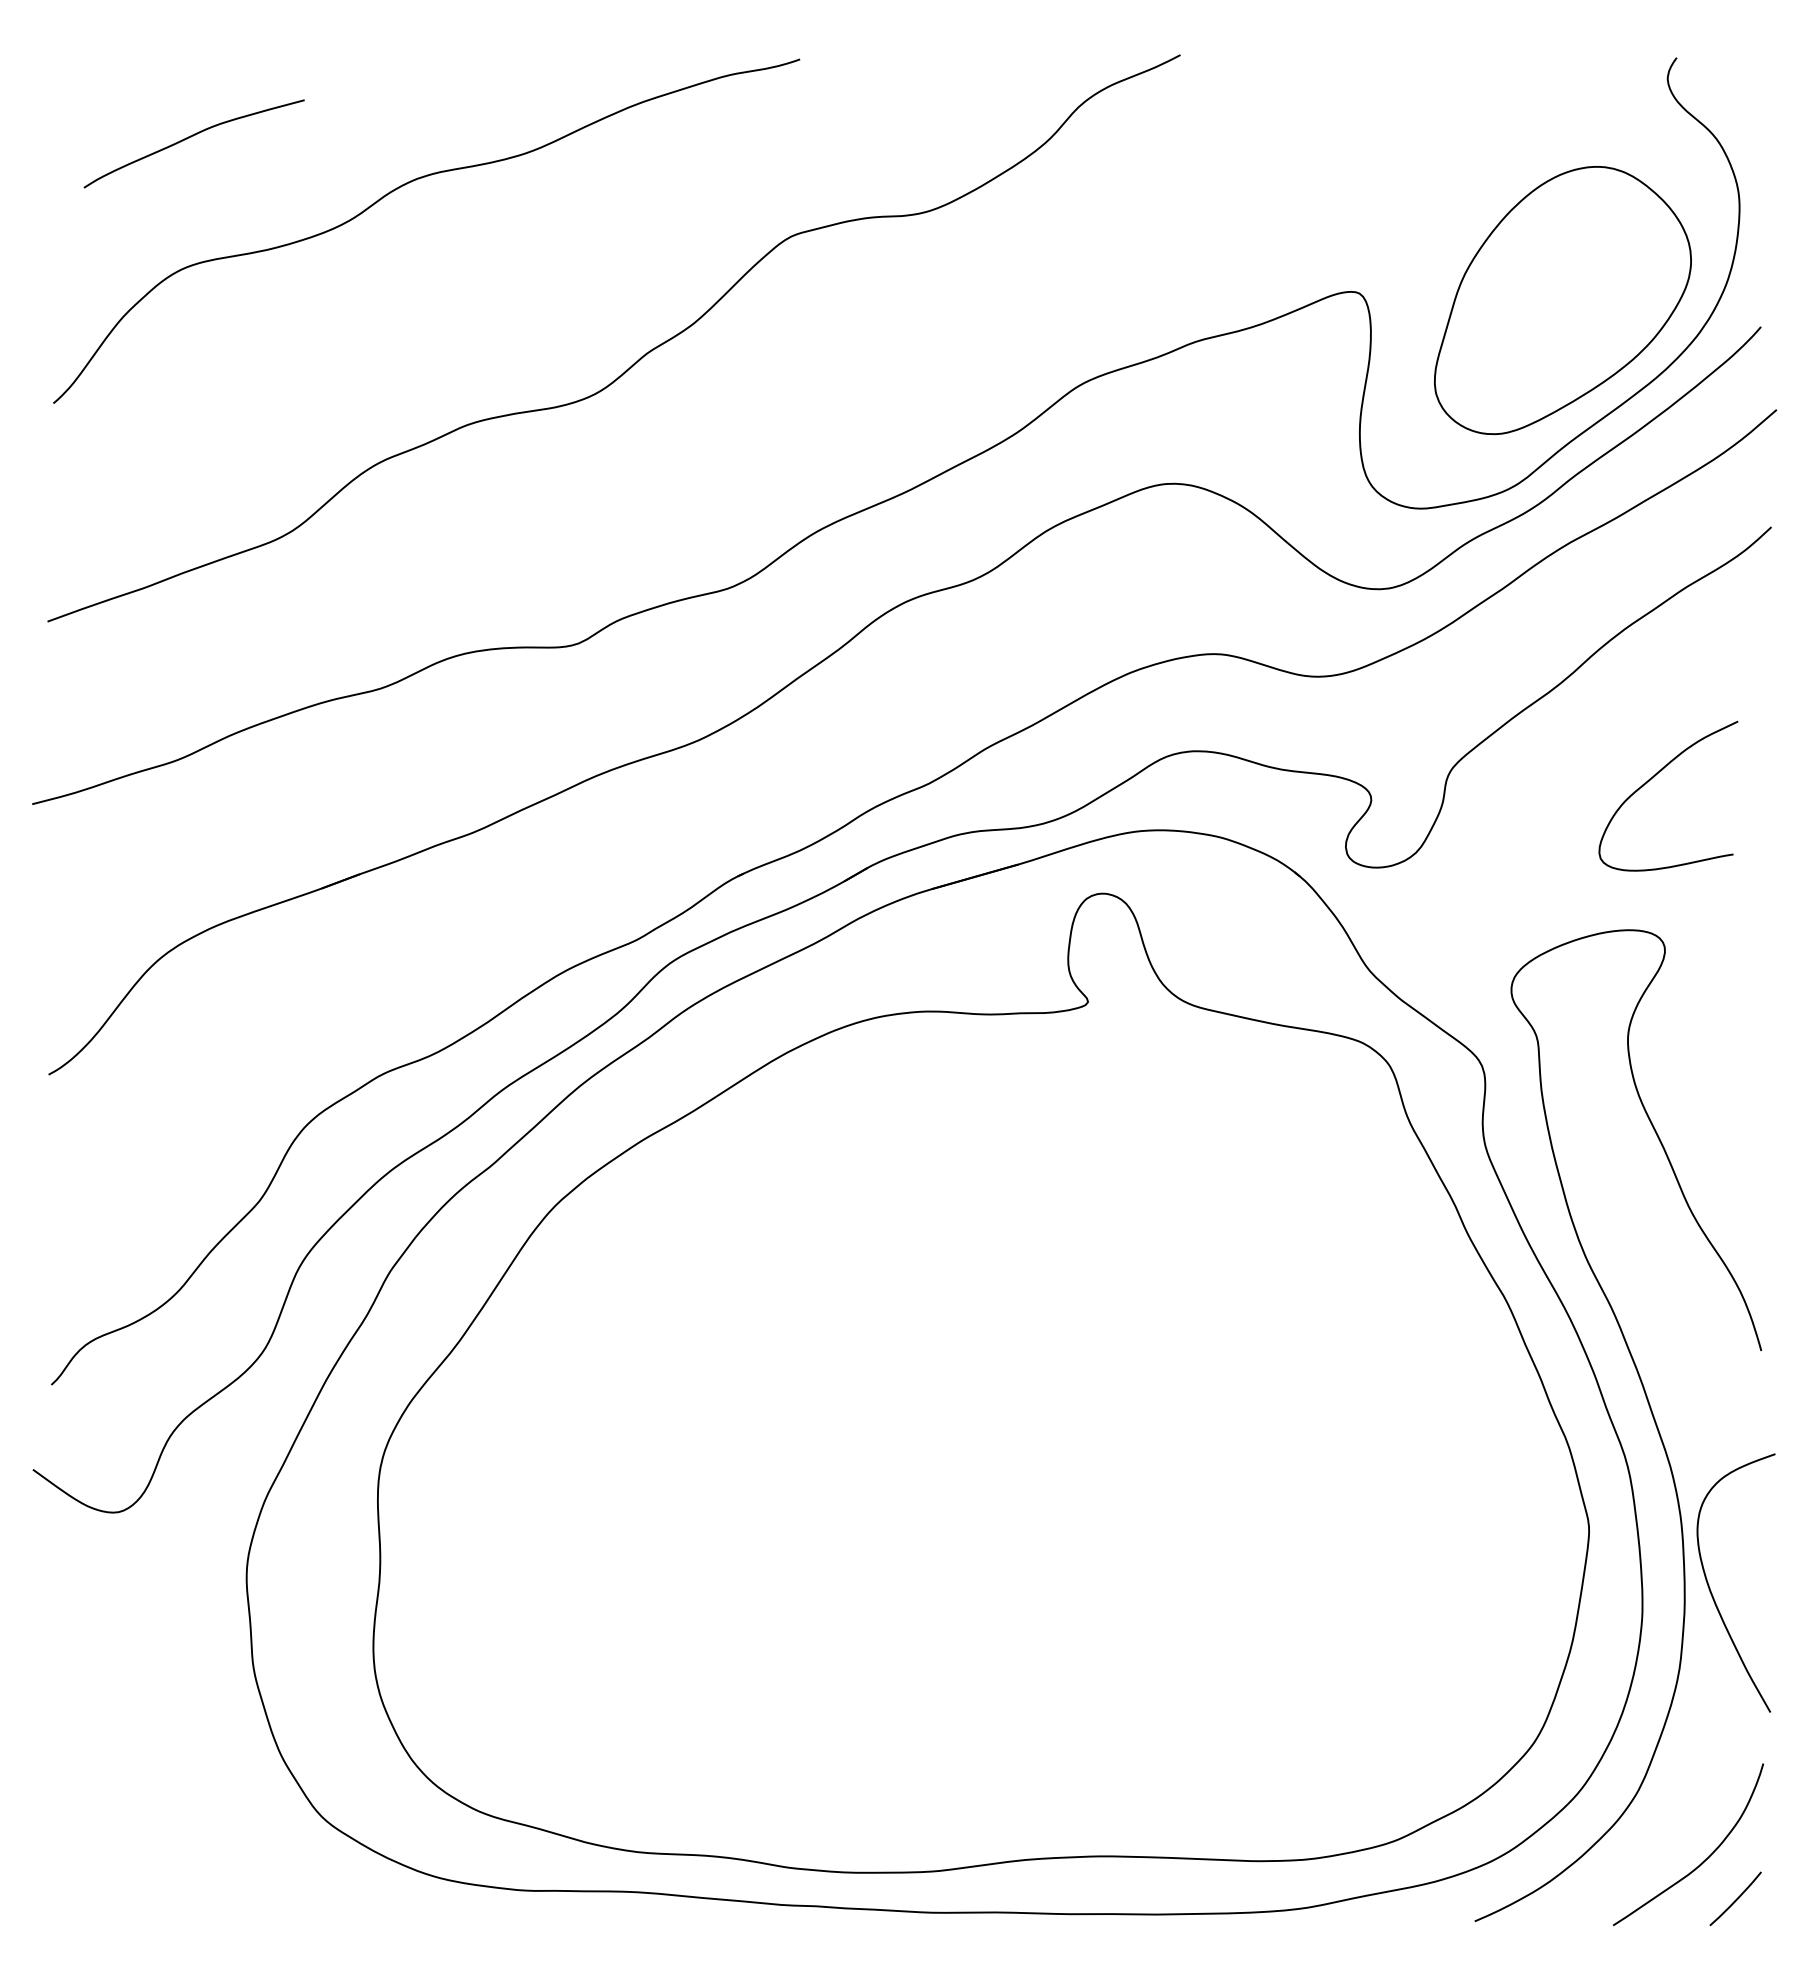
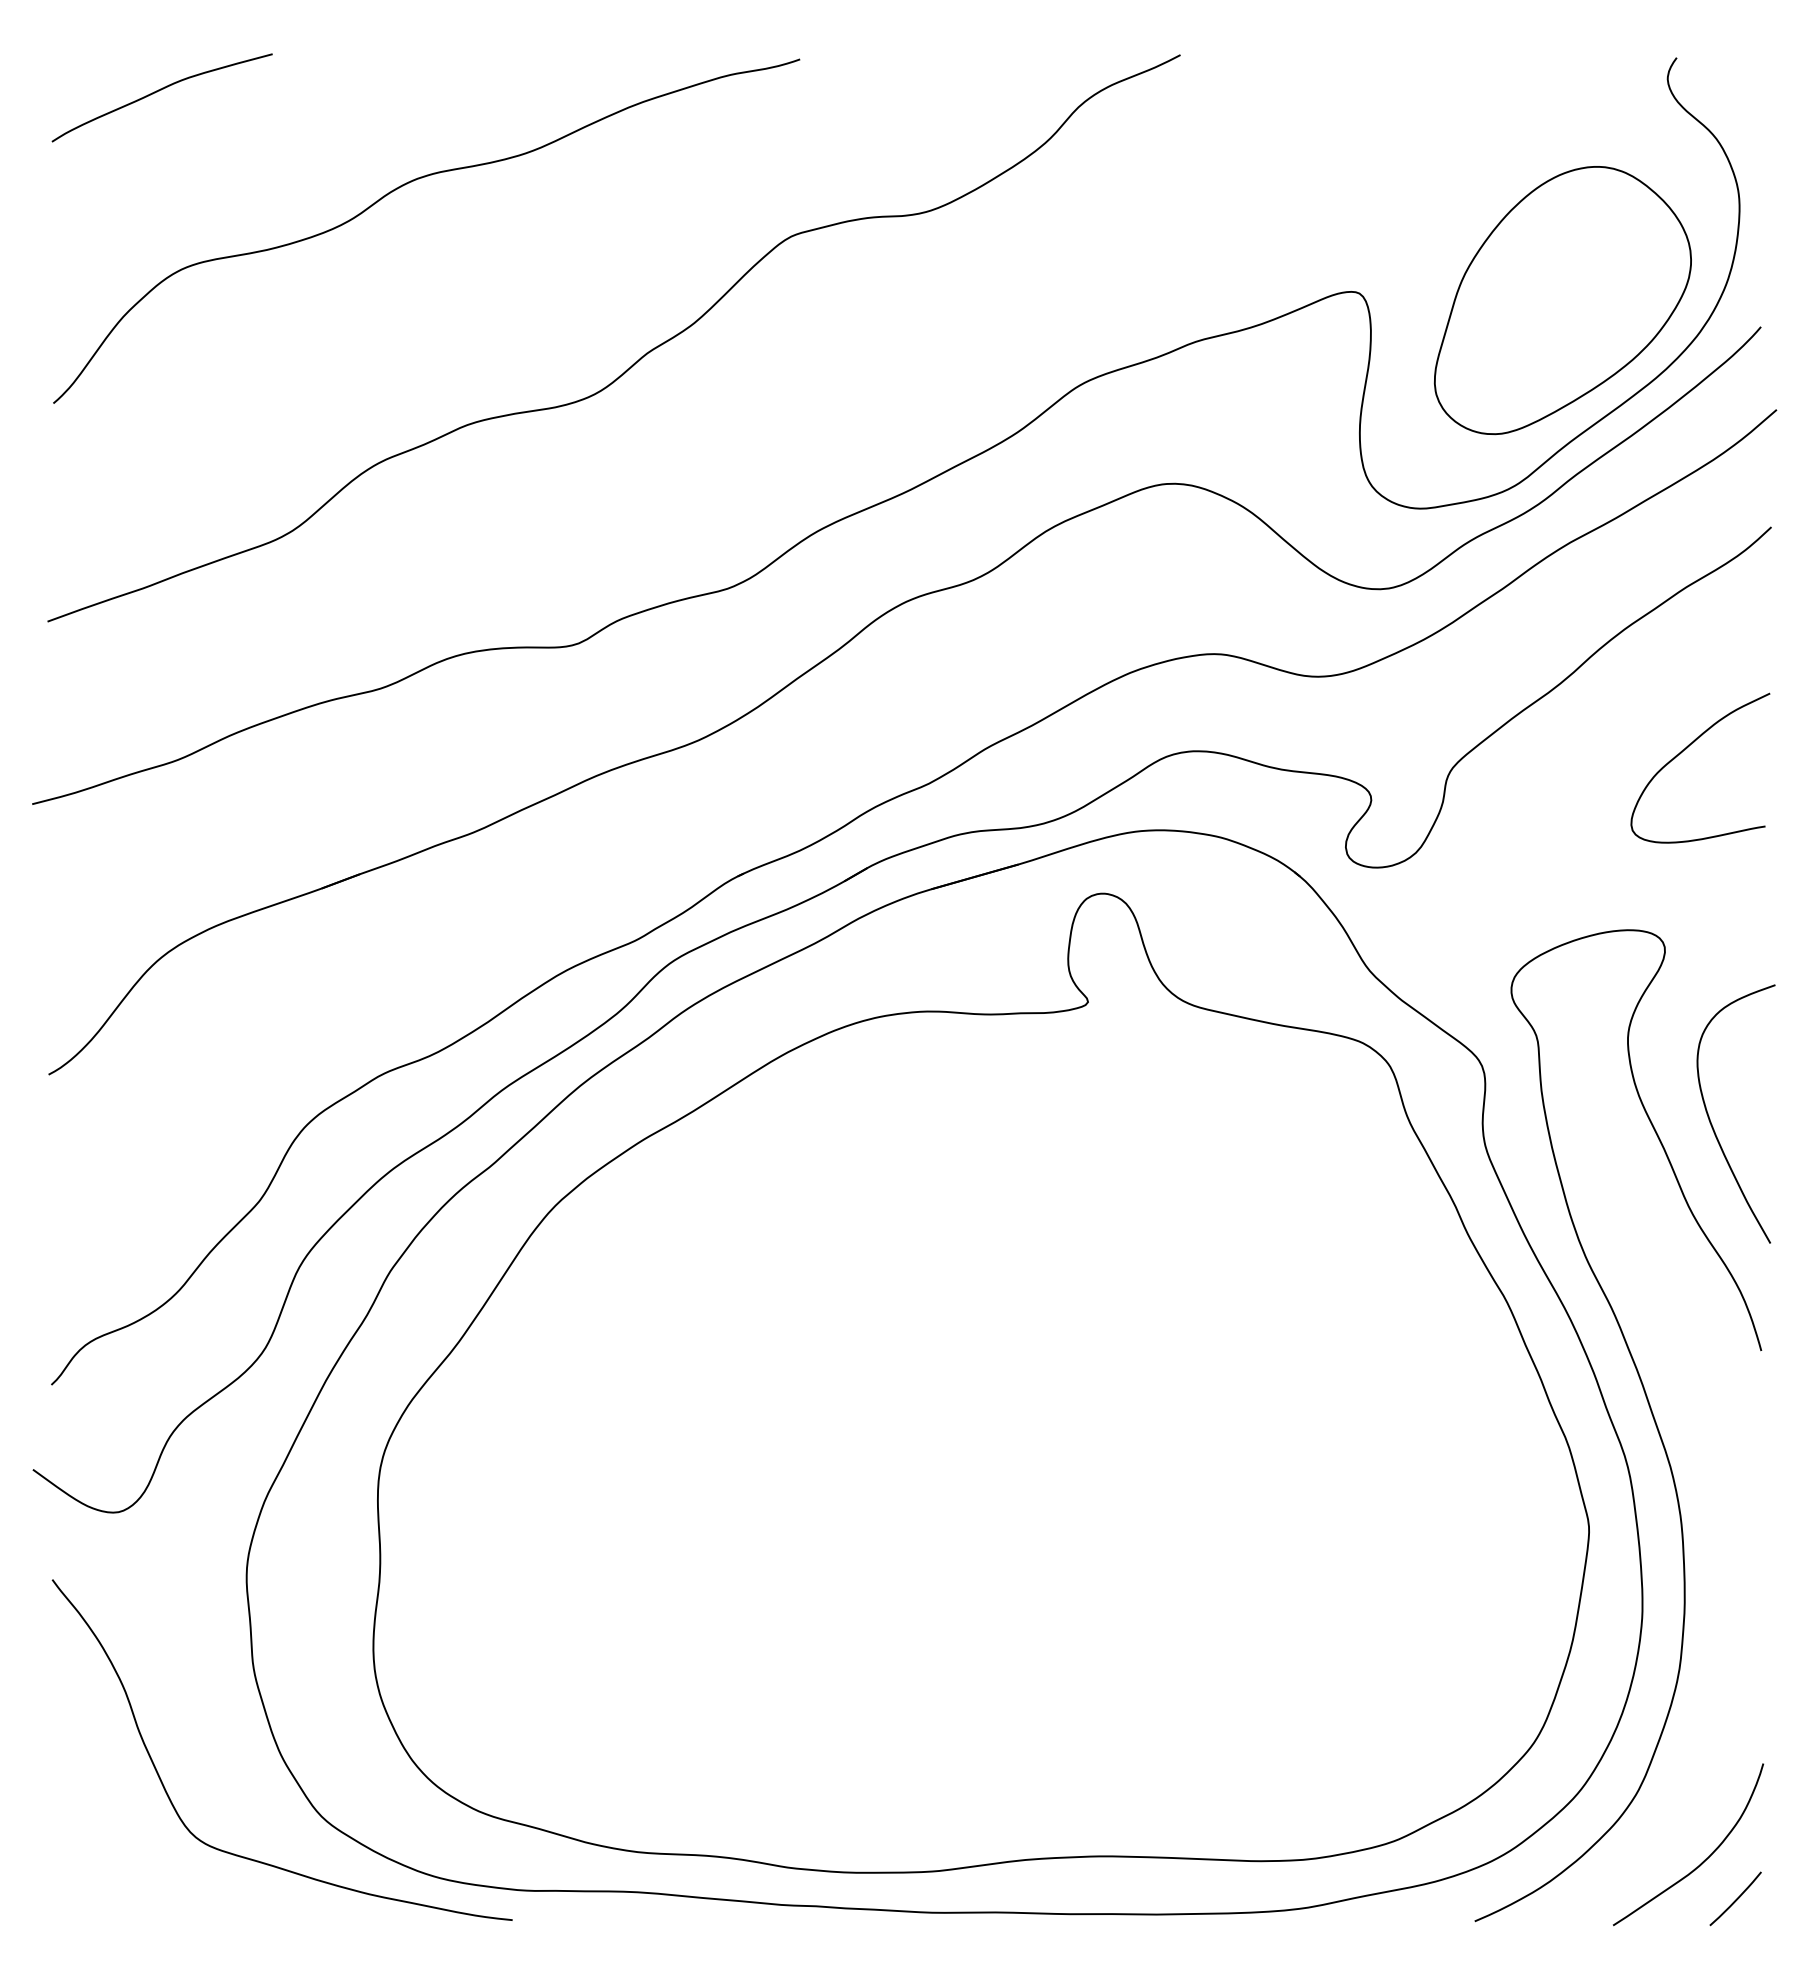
curve at (191, 137) position: (191, 137) -> (159, 91)
curve at (1654, 777) position: (1654, 777) -> (1686, 749)
curve at (1711, 1590) position: (1711, 1590) -> (1711, 1121)
curve at (248, 1857): none -> present
